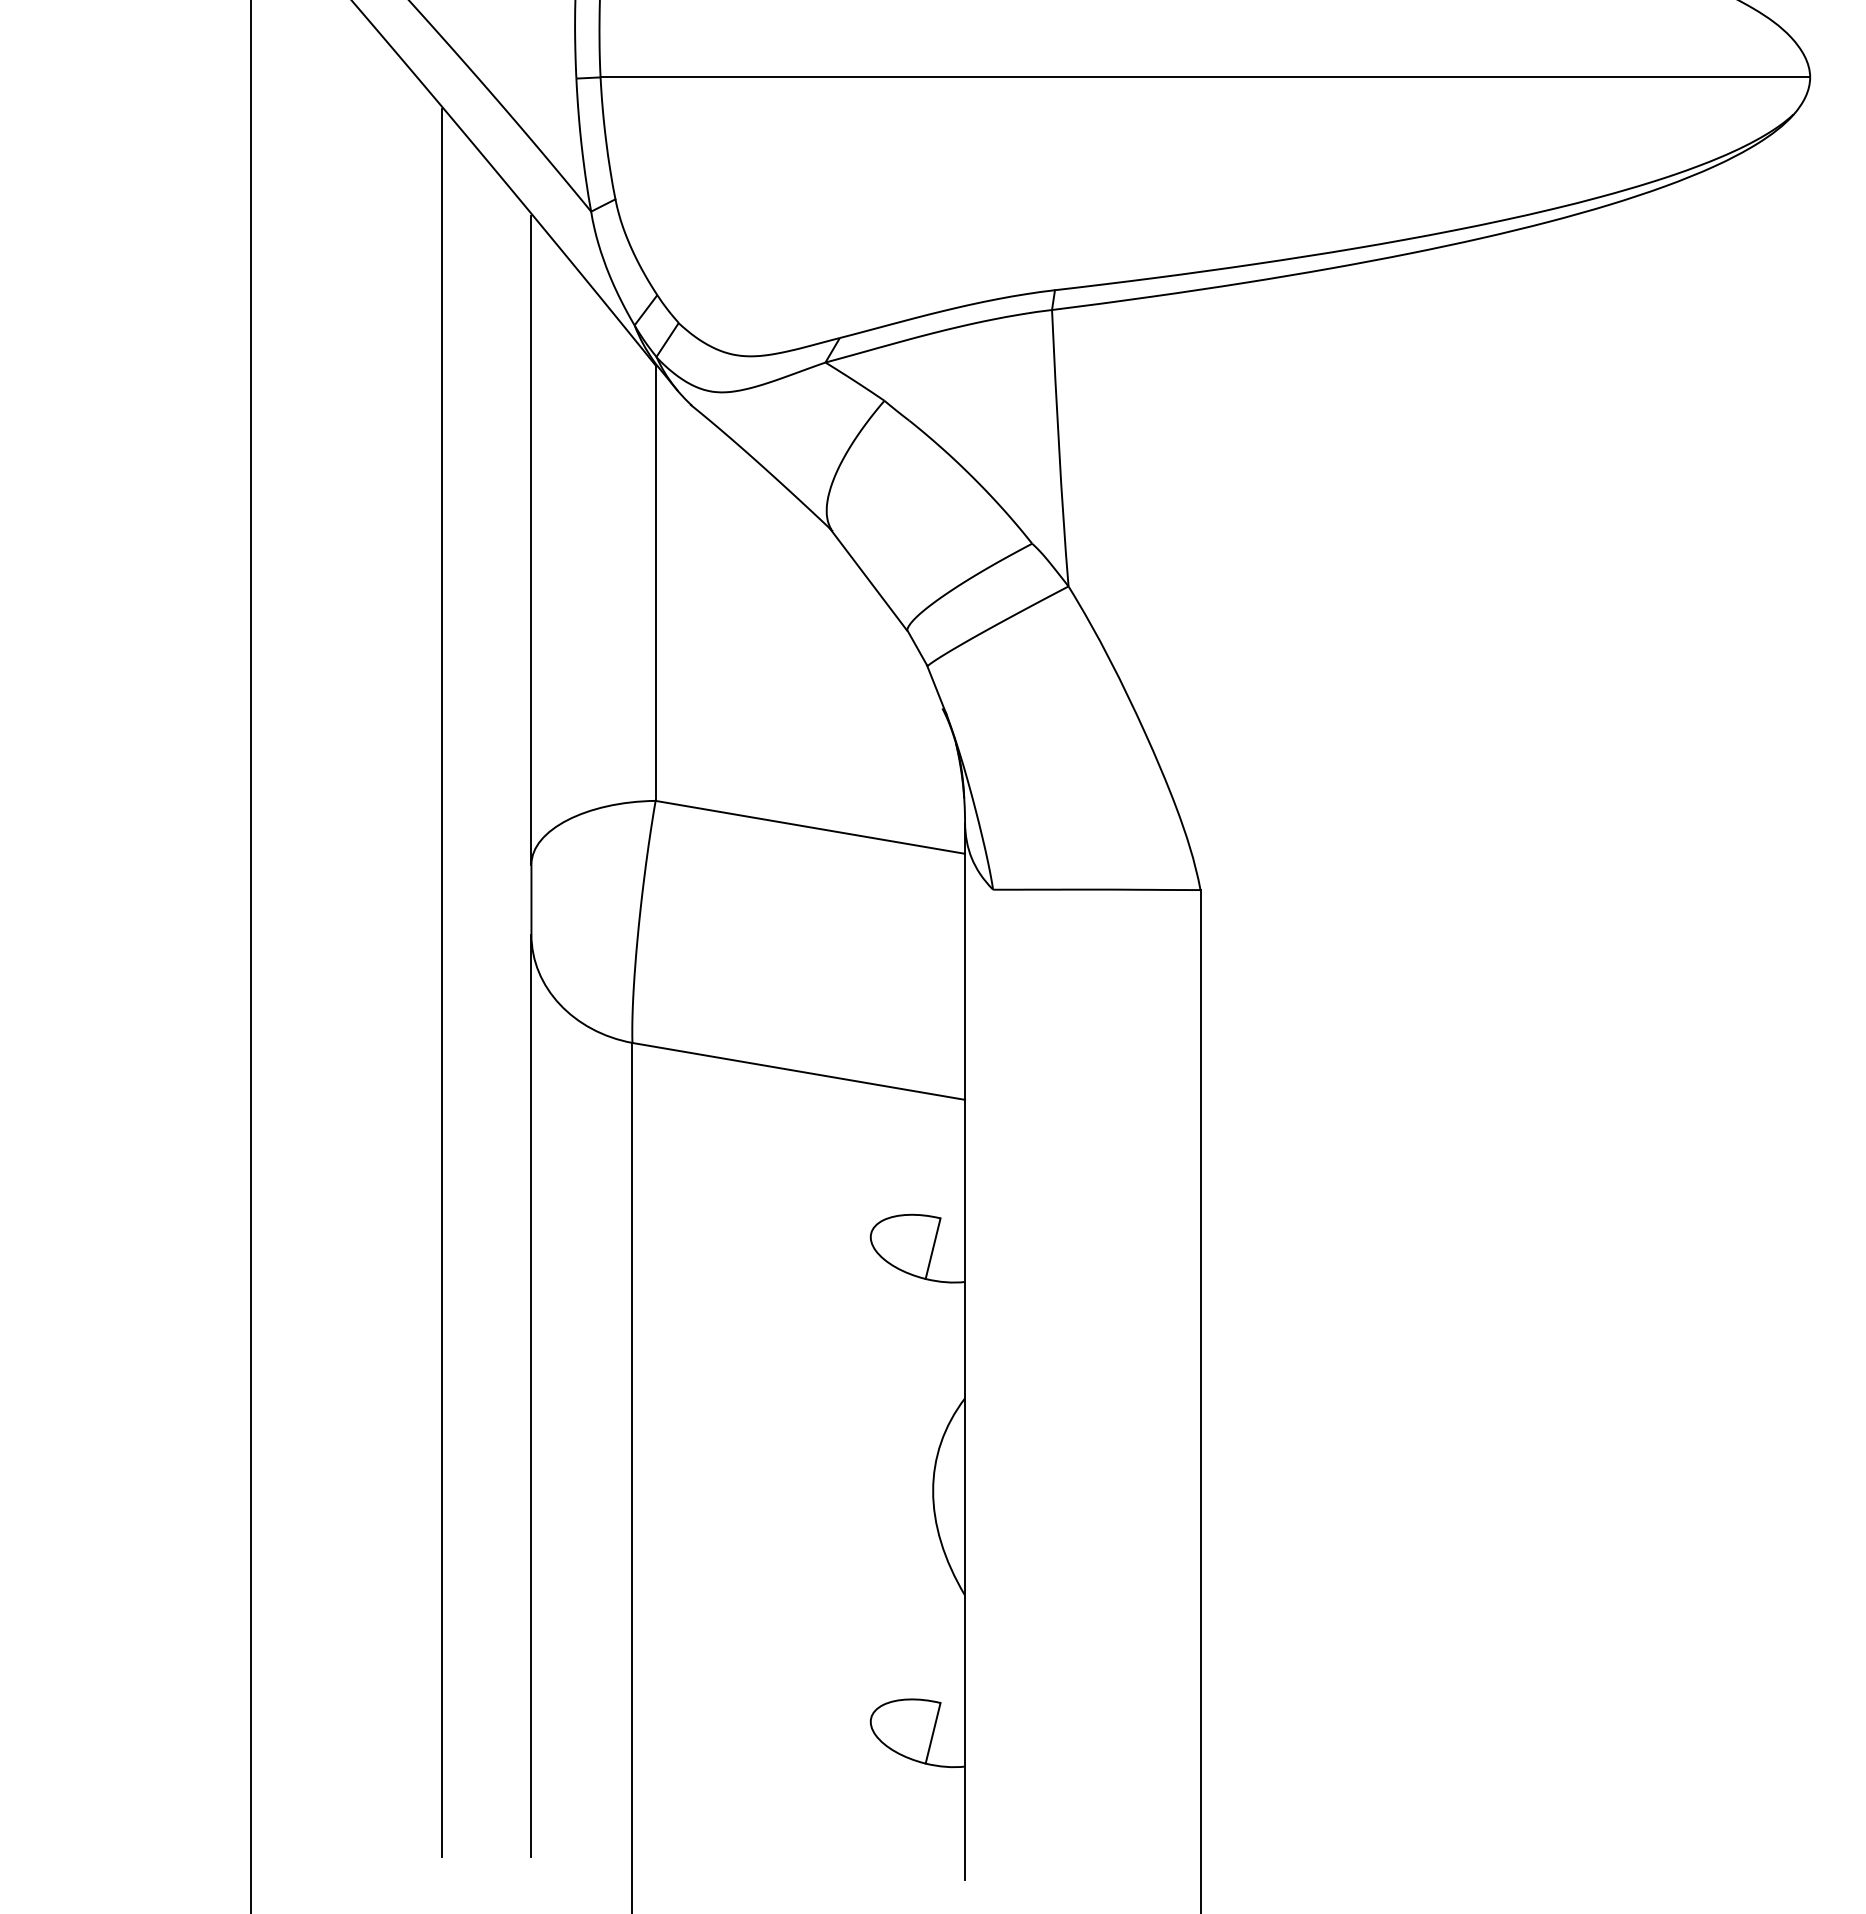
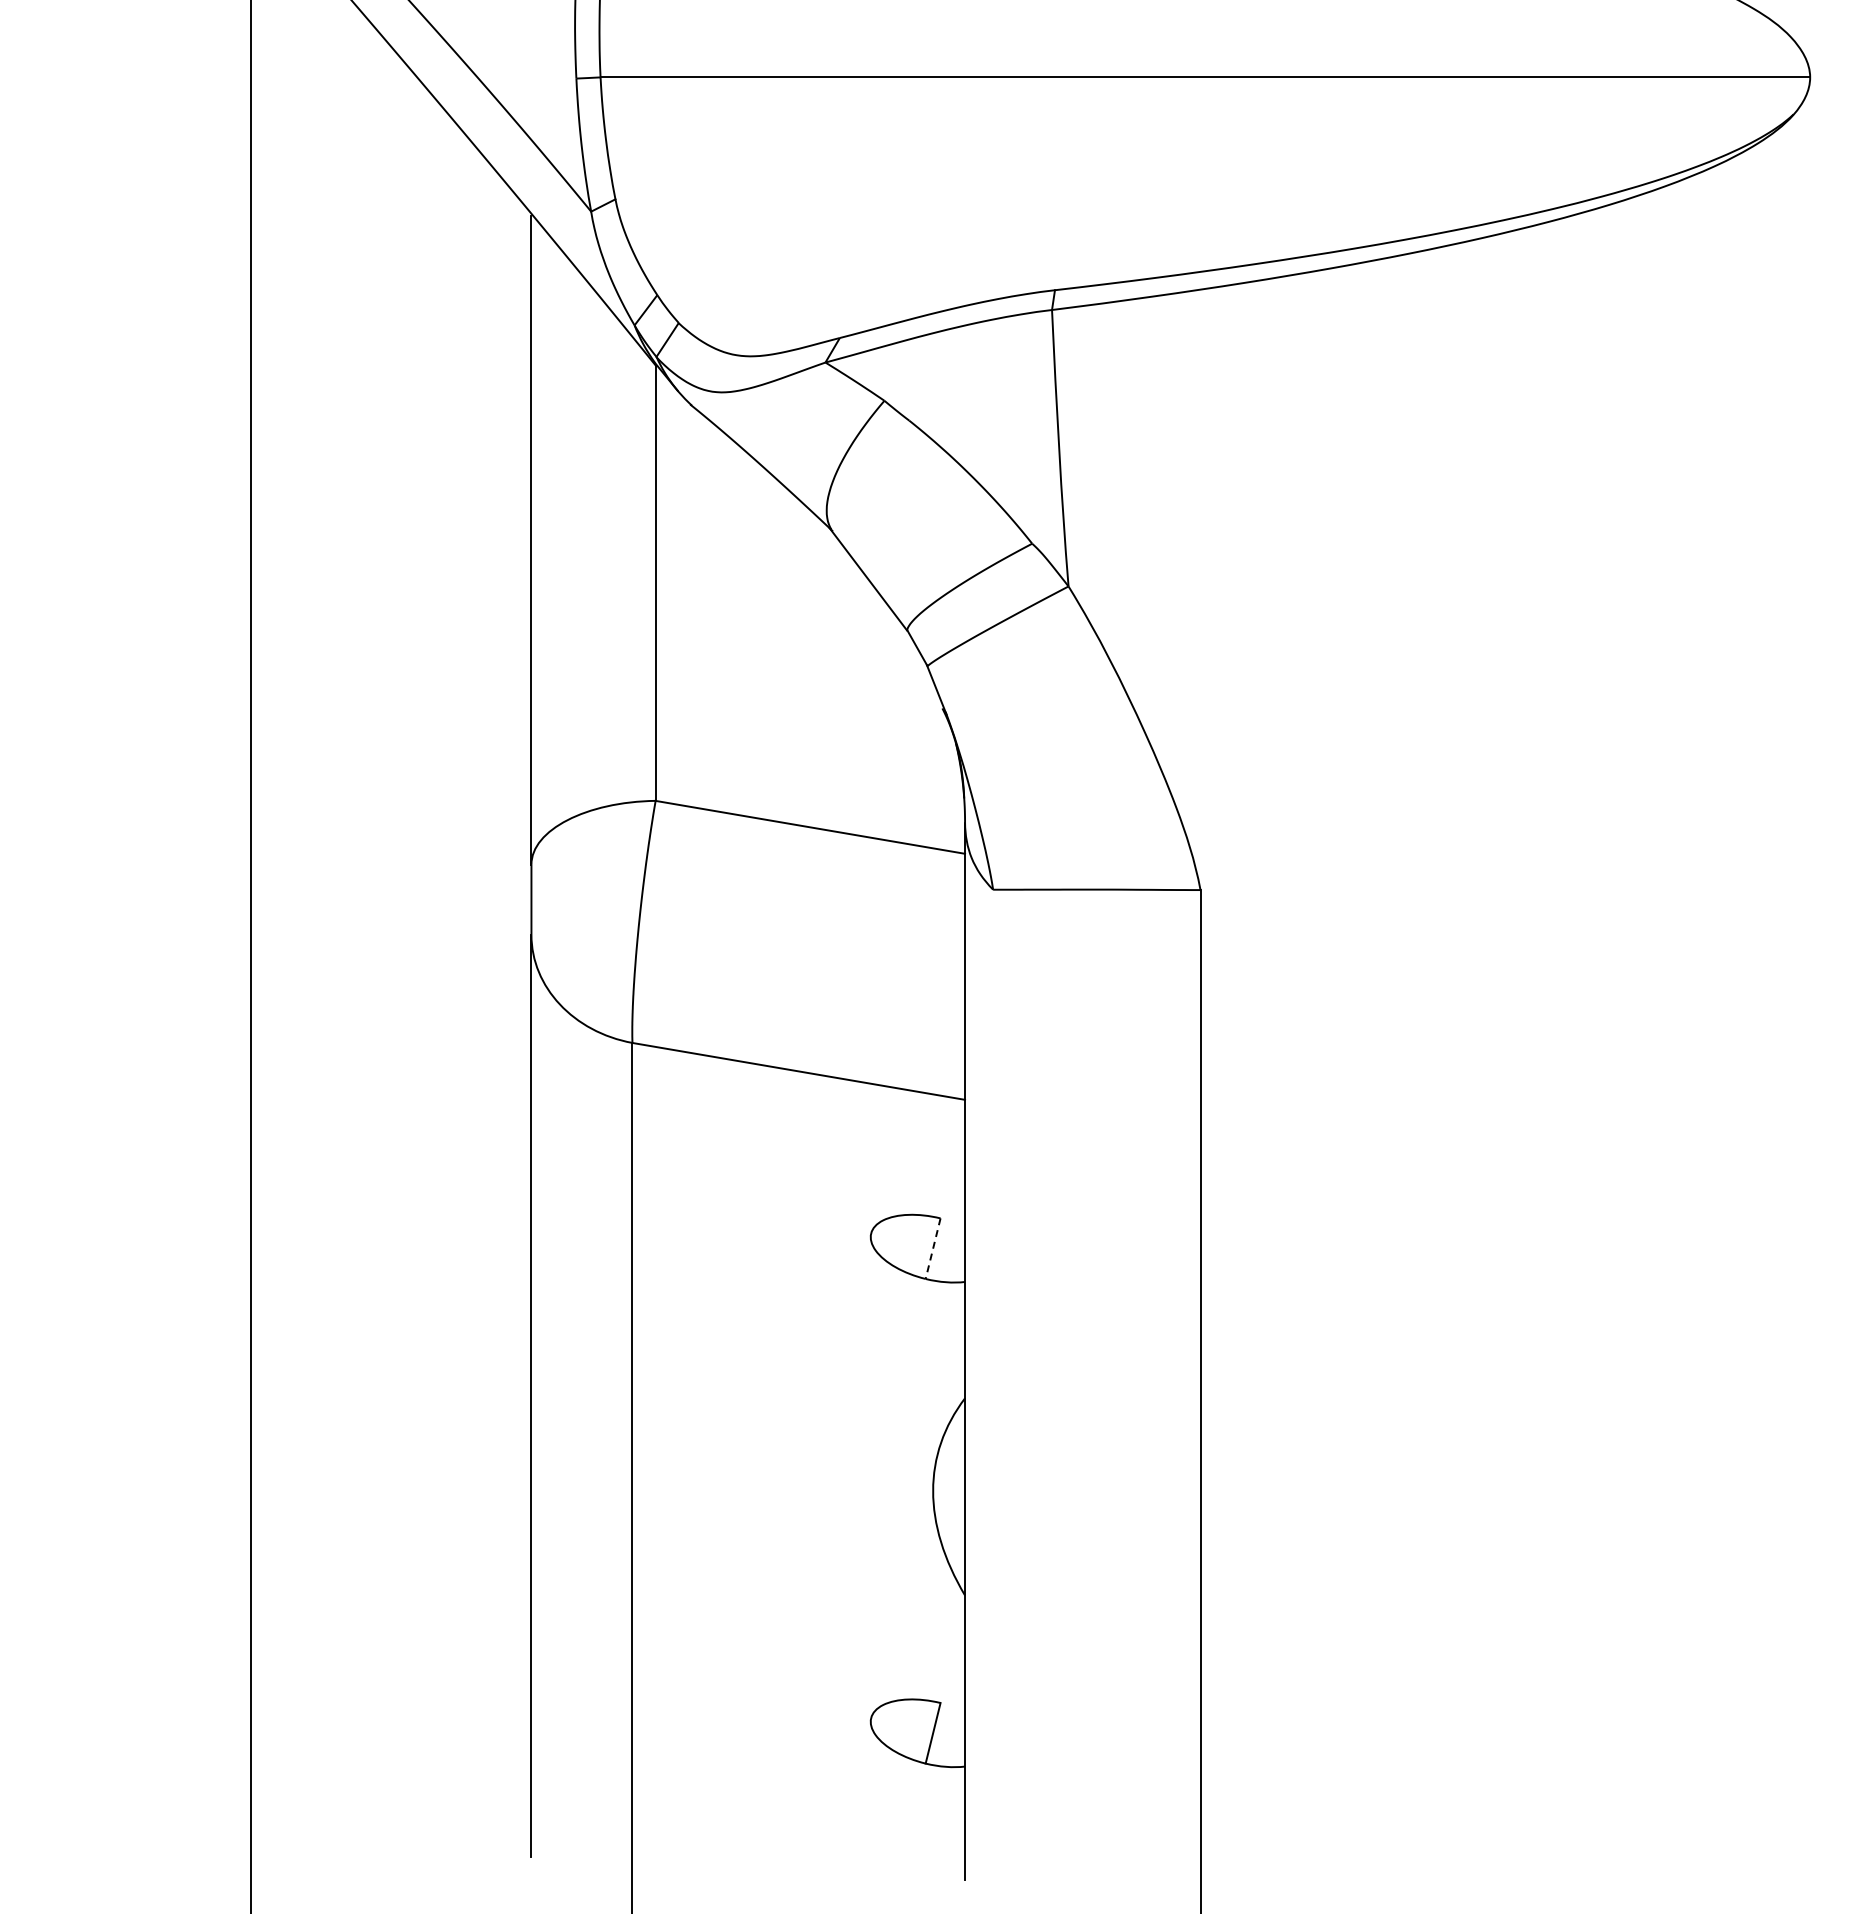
line at (442, 982): present -> none
line at (933, 1249): solid -> dashed
